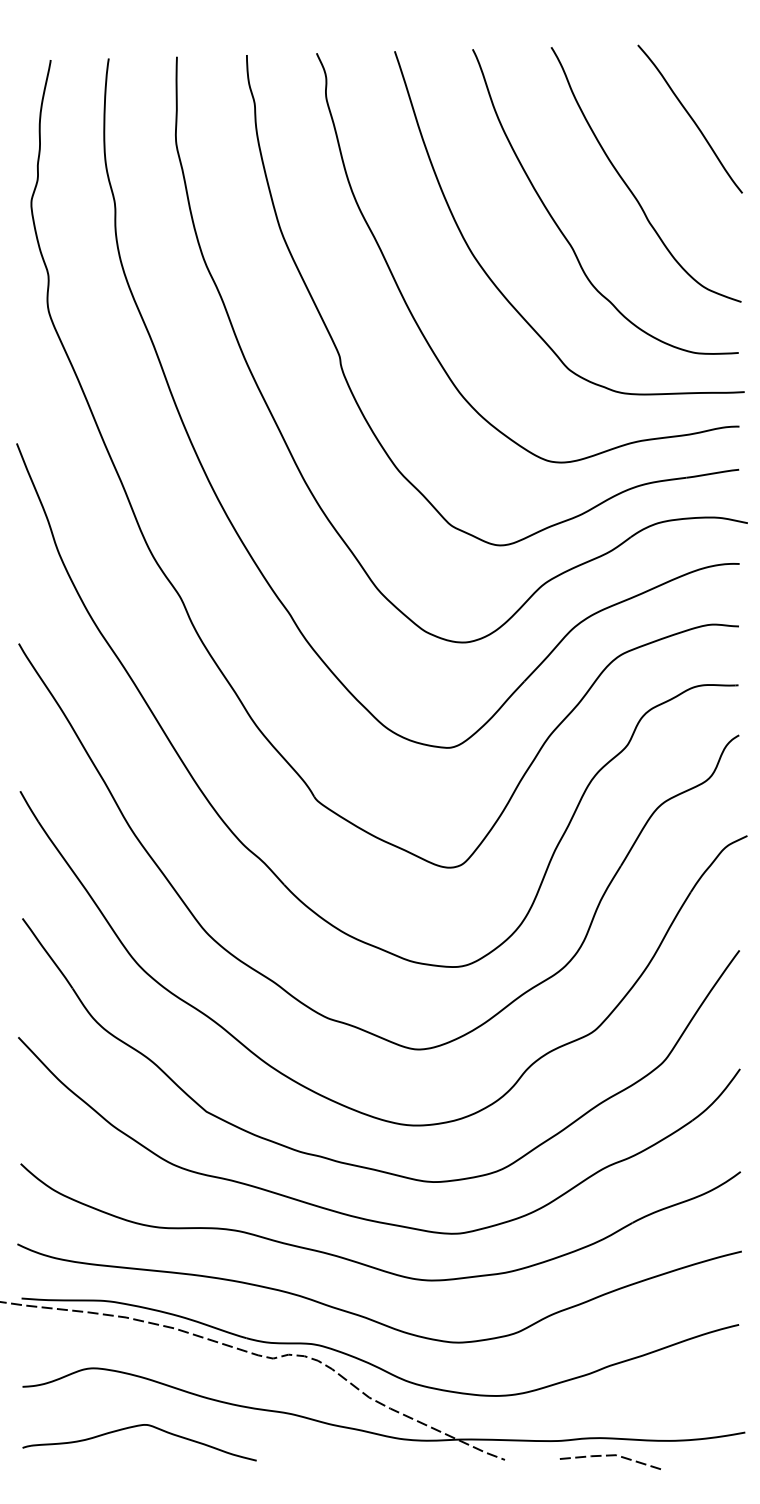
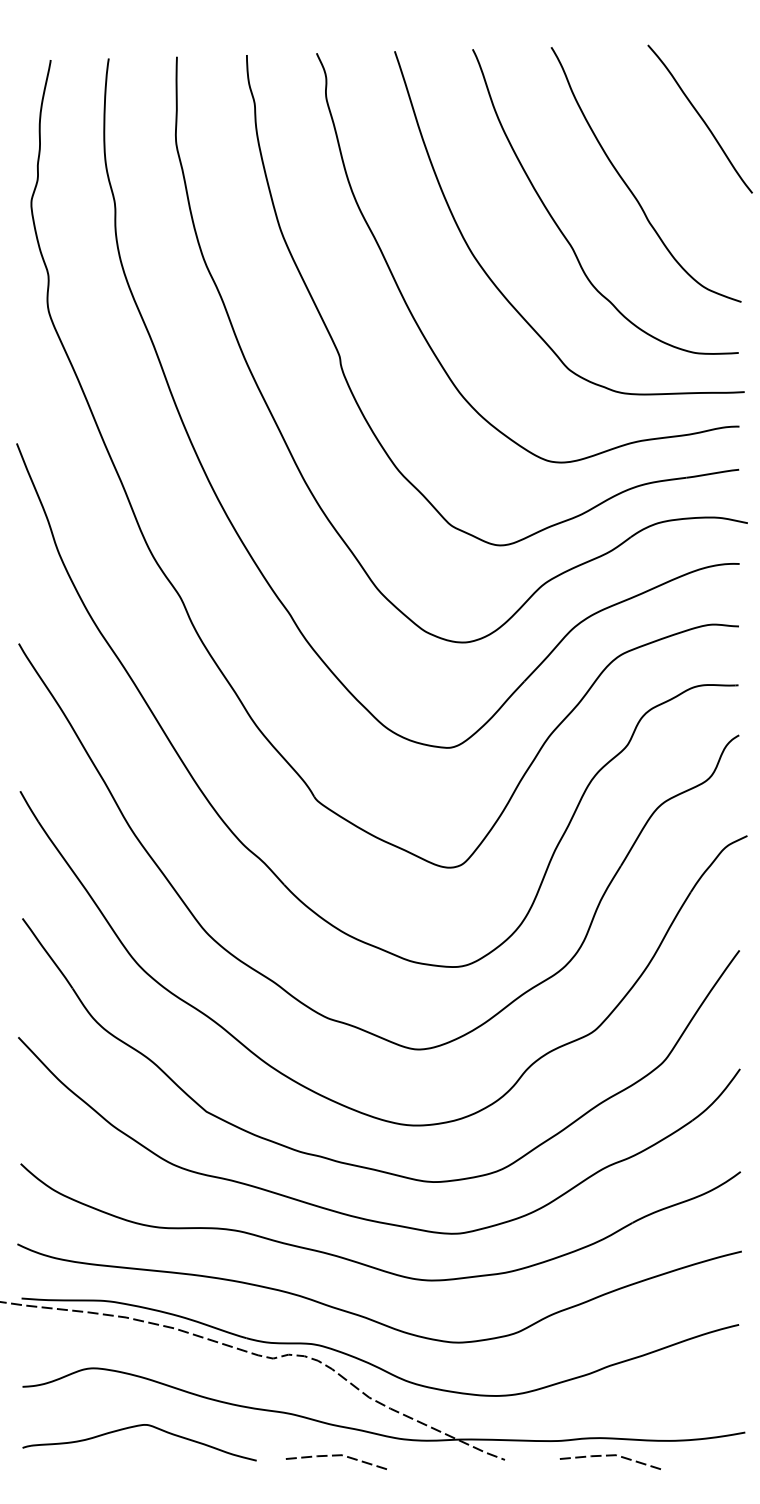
curve at (689, 117) position: (689, 117) -> (699, 117)
line at (336, 1456): none -> present
